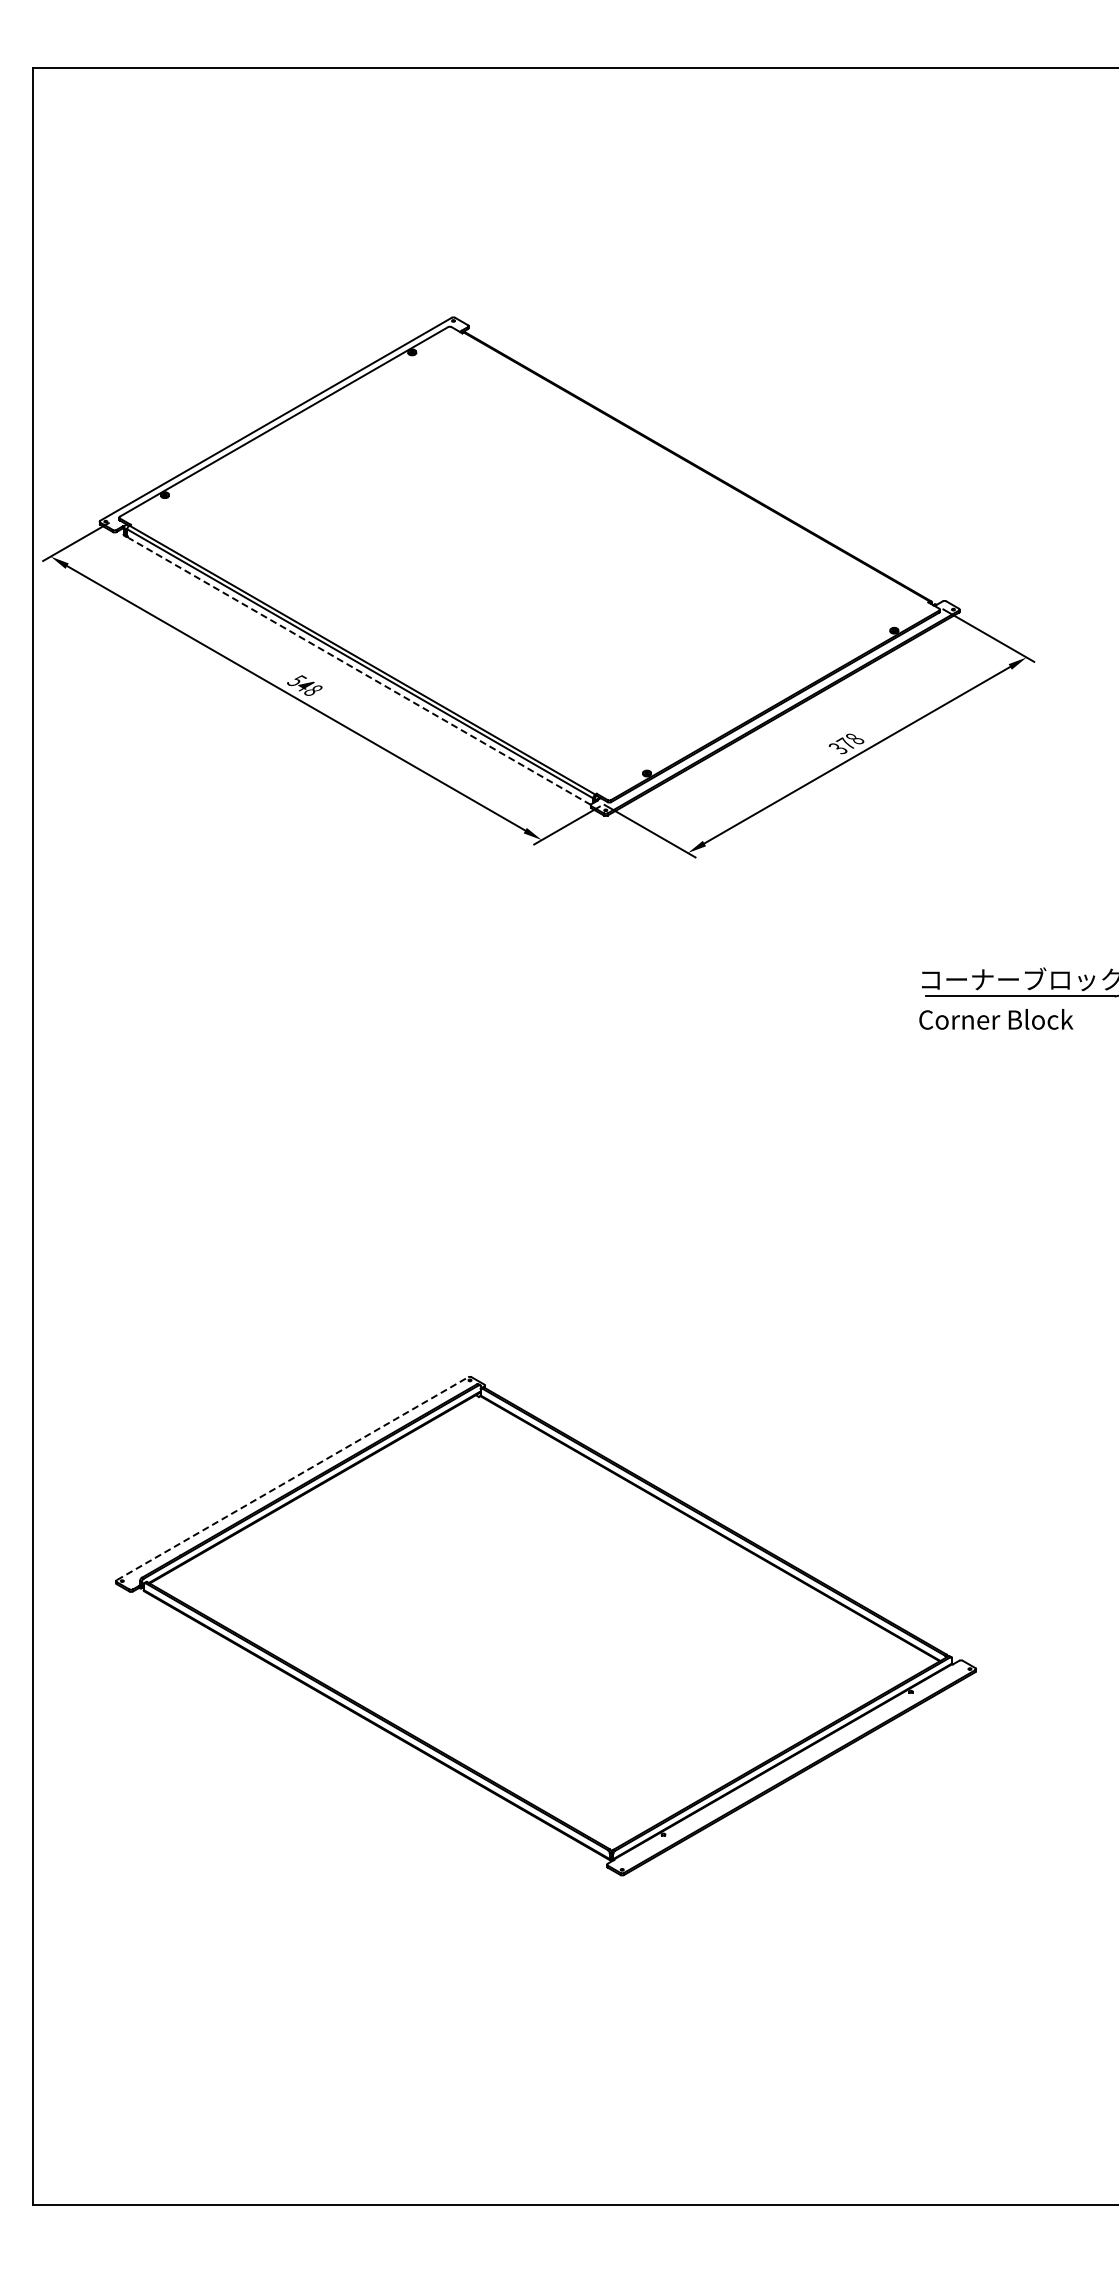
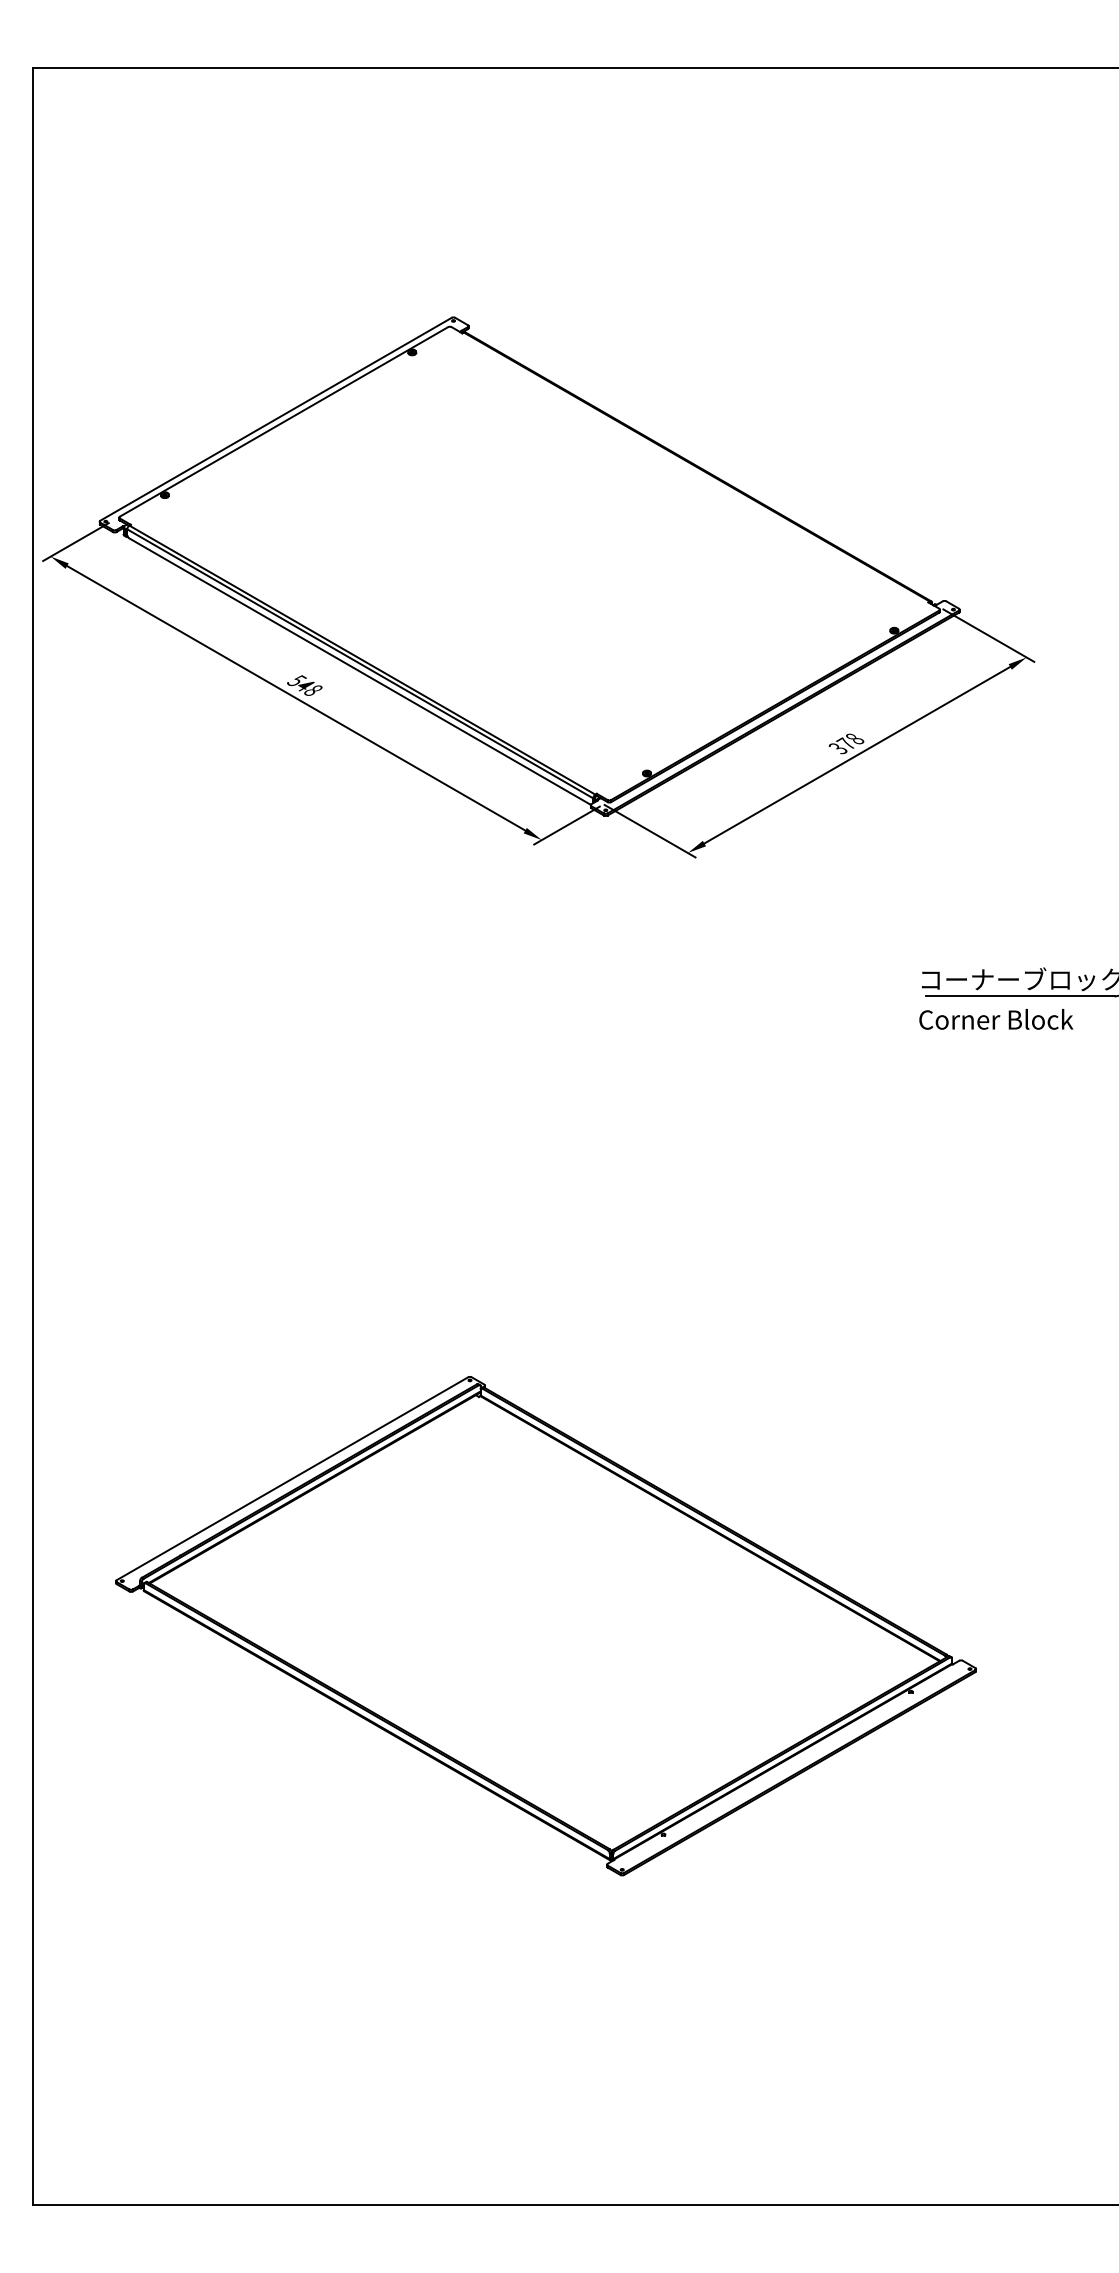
line at (359, 671): dashed -> solid
line at (292, 1478): dashed -> solid
